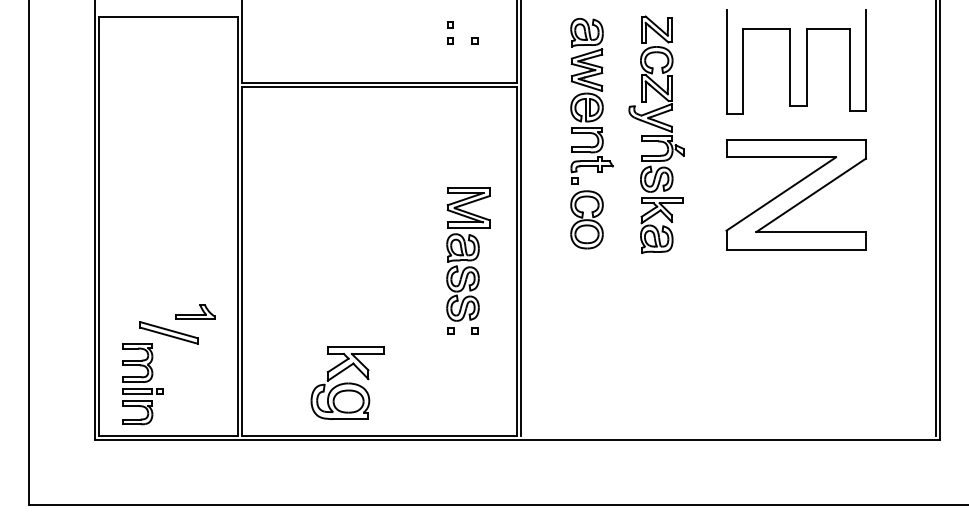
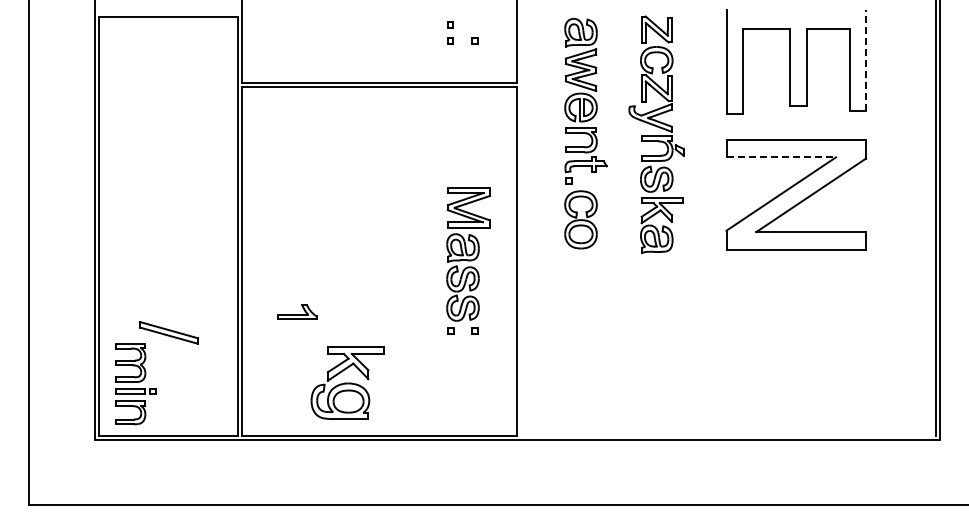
line at (866, 60): solid -> dashed
part at (591, 133) position: (591, 133) -> (585, 133)
line at (781, 157): solid -> dashed
line at (521, 218): present -> none
part at (195, 311) position: (195, 311) -> (297, 311)
part at (142, 384) position: (142, 384) -> (135, 384)
